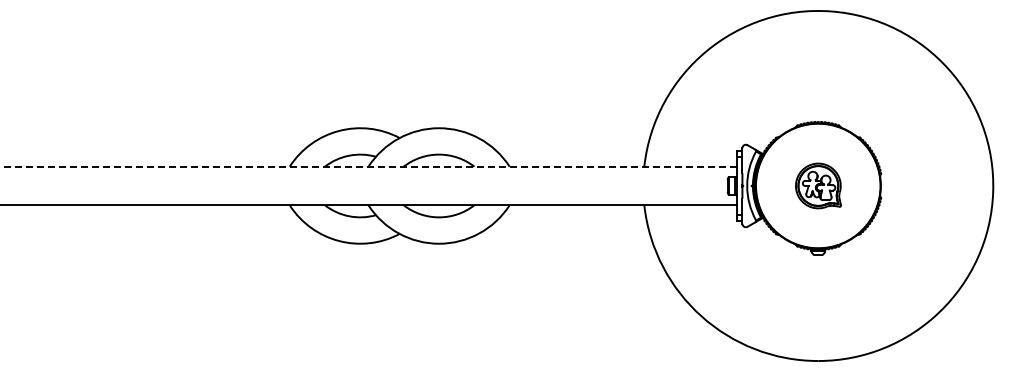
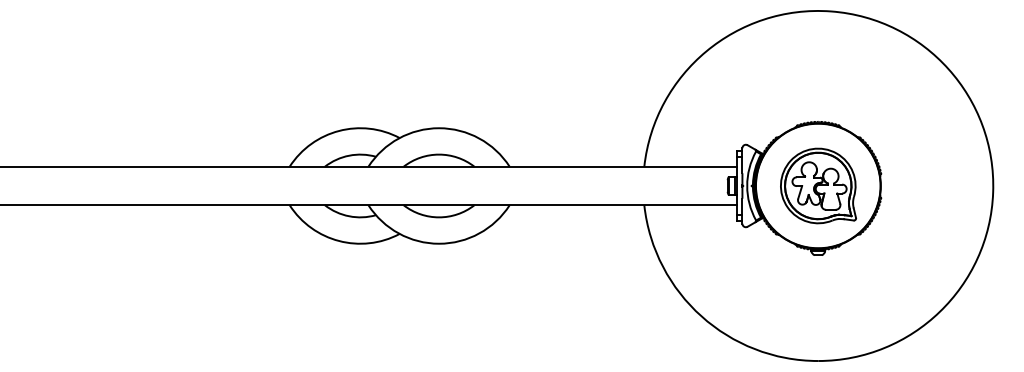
line at (368, 166): dashed -> solid
part at (818, 185) size: 47x48 px -> 77x78 px
